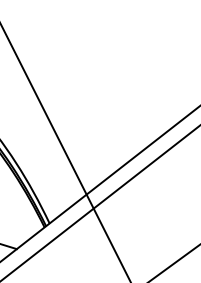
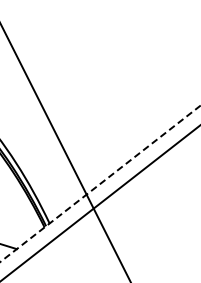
line at (100, 184): solid -> dashed
line at (174, 262): present -> none
